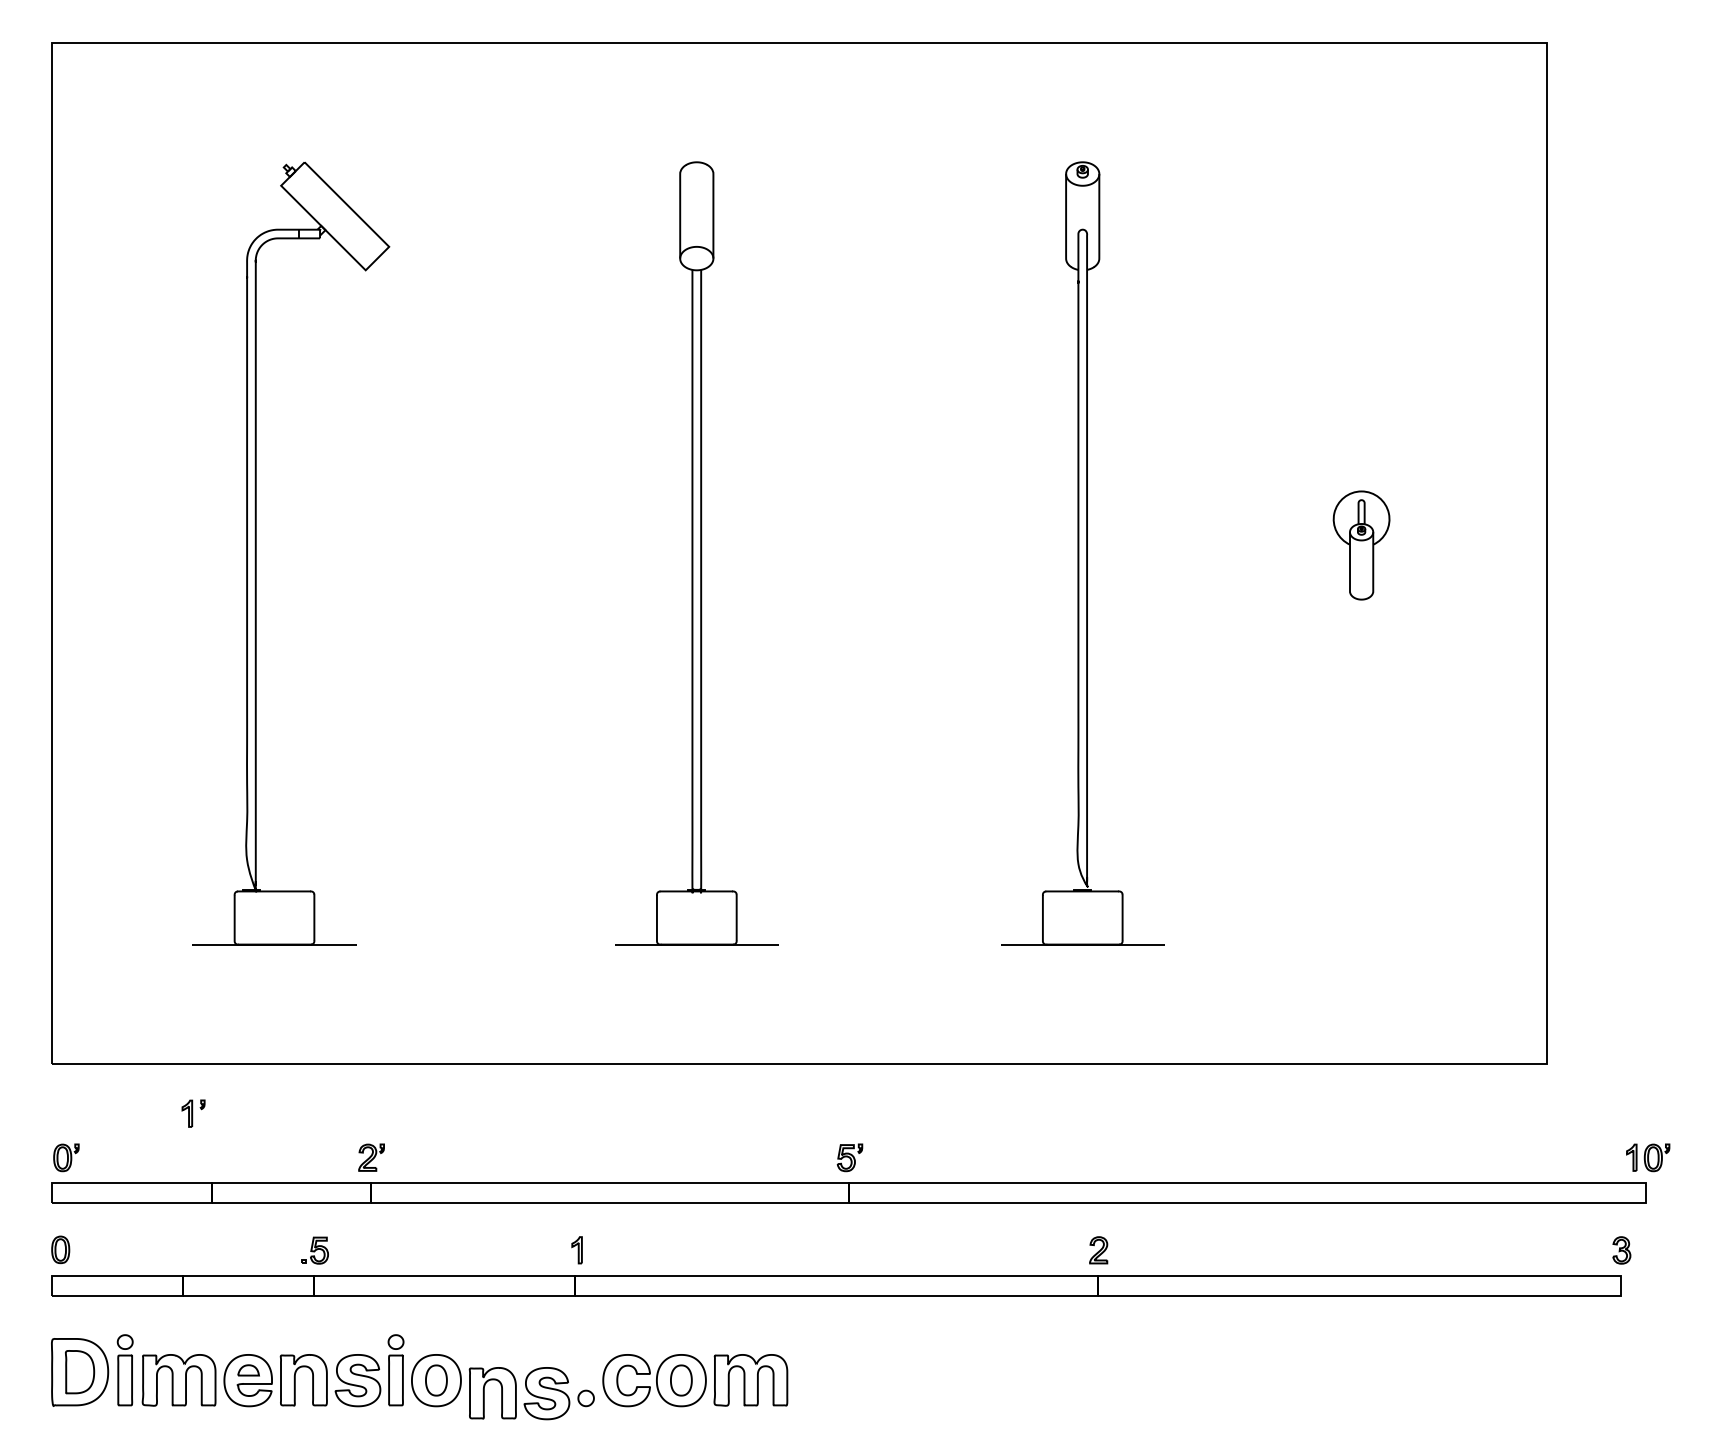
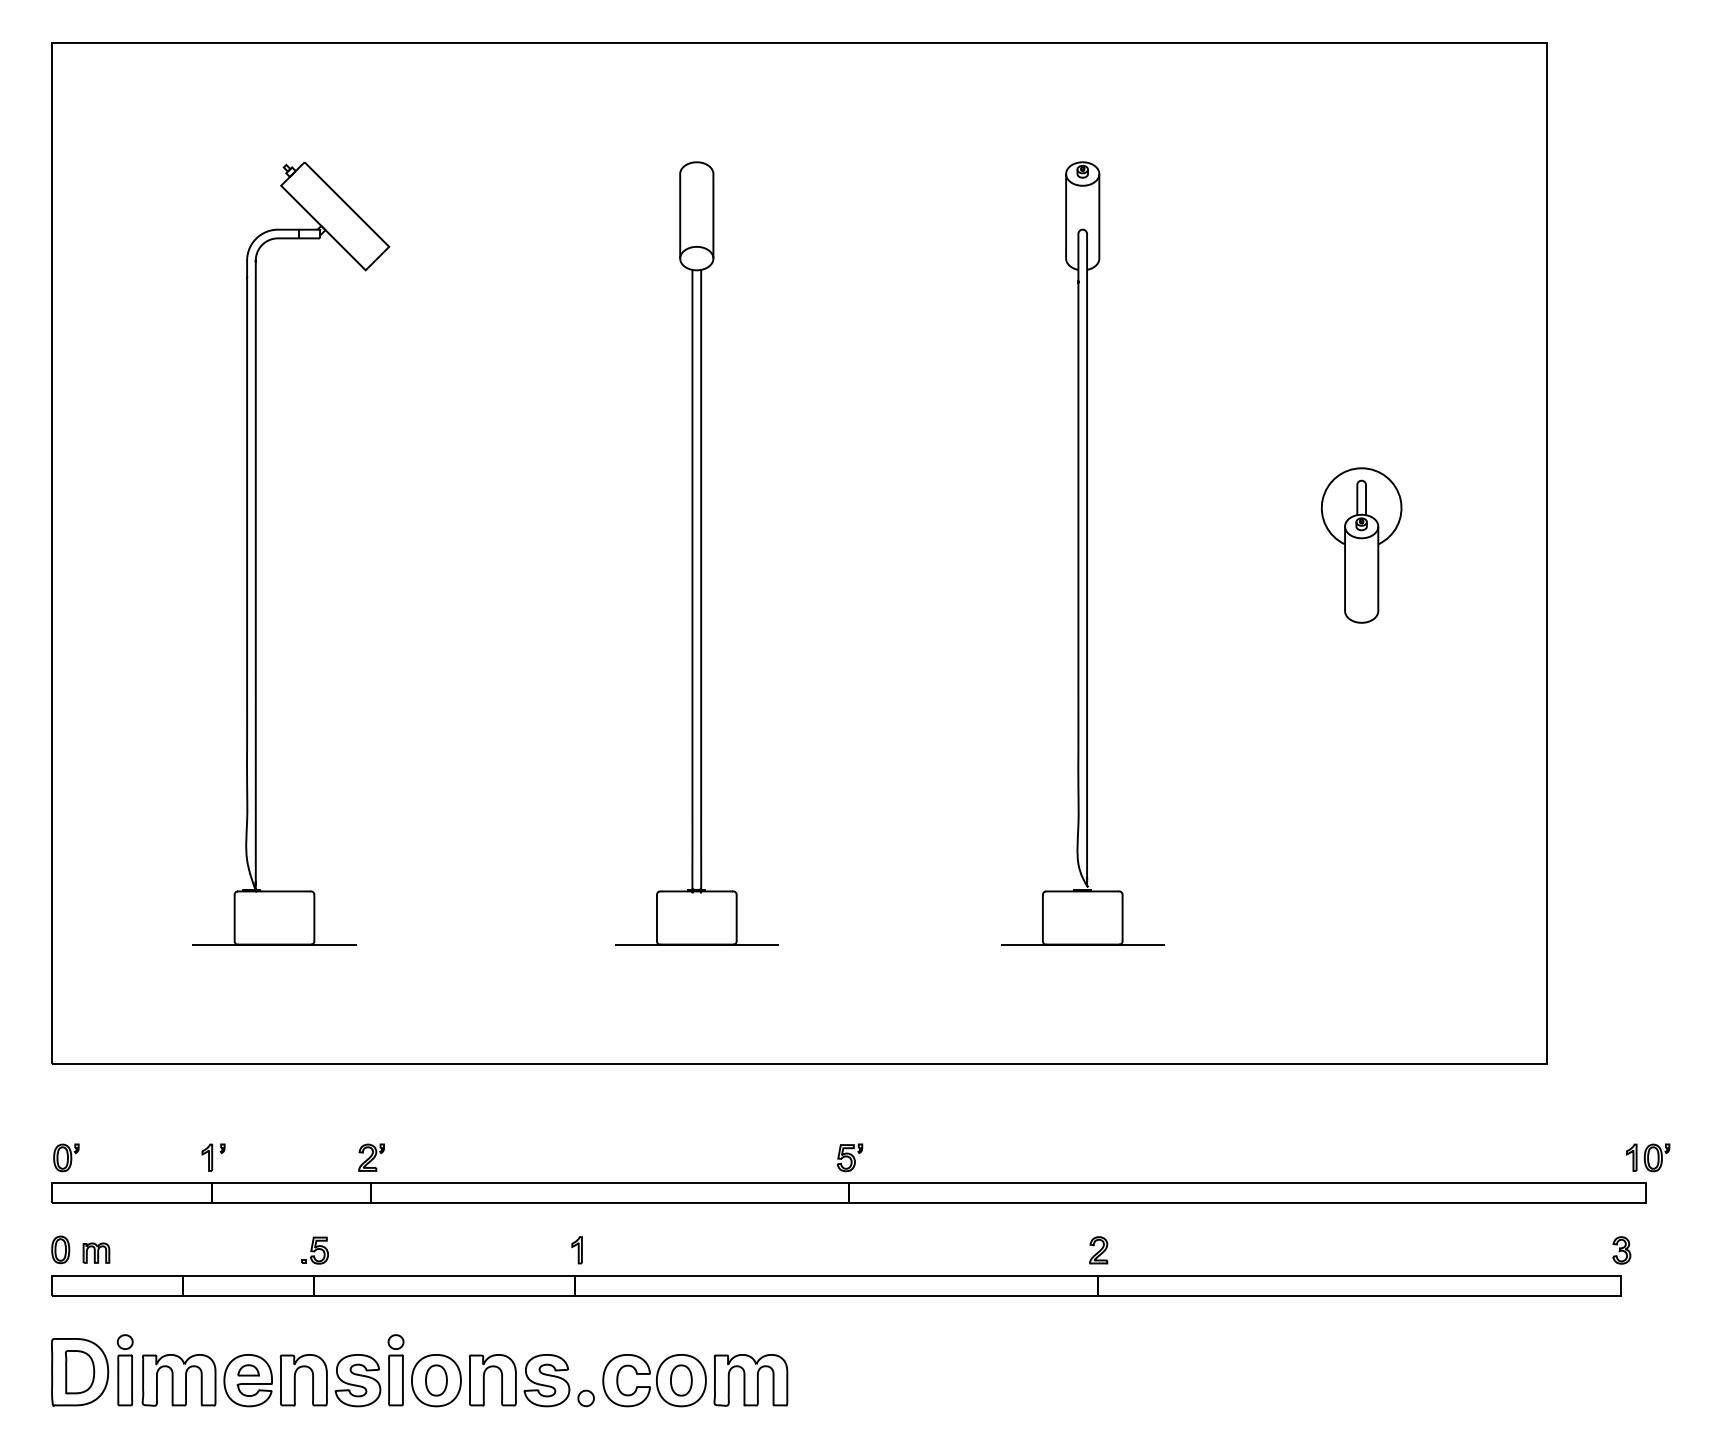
part at (1361, 545) size: 59x111 px -> 83x157 px
part at (193, 1113) position: (193, 1113) -> (213, 1157)
part at (96, 1252): none -> present
part at (519, 1393) position: (519, 1393) -> (519, 1380)
